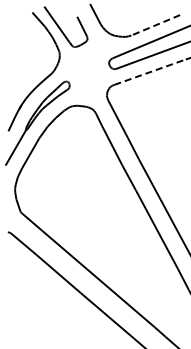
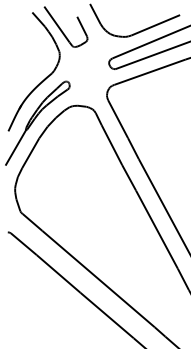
line at (155, 25): dashed -> solid
line at (150, 72): dashed -> solid
